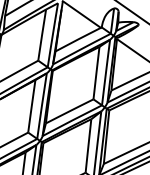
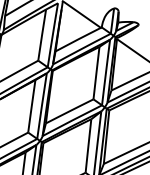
line at (132, 12): present -> none
